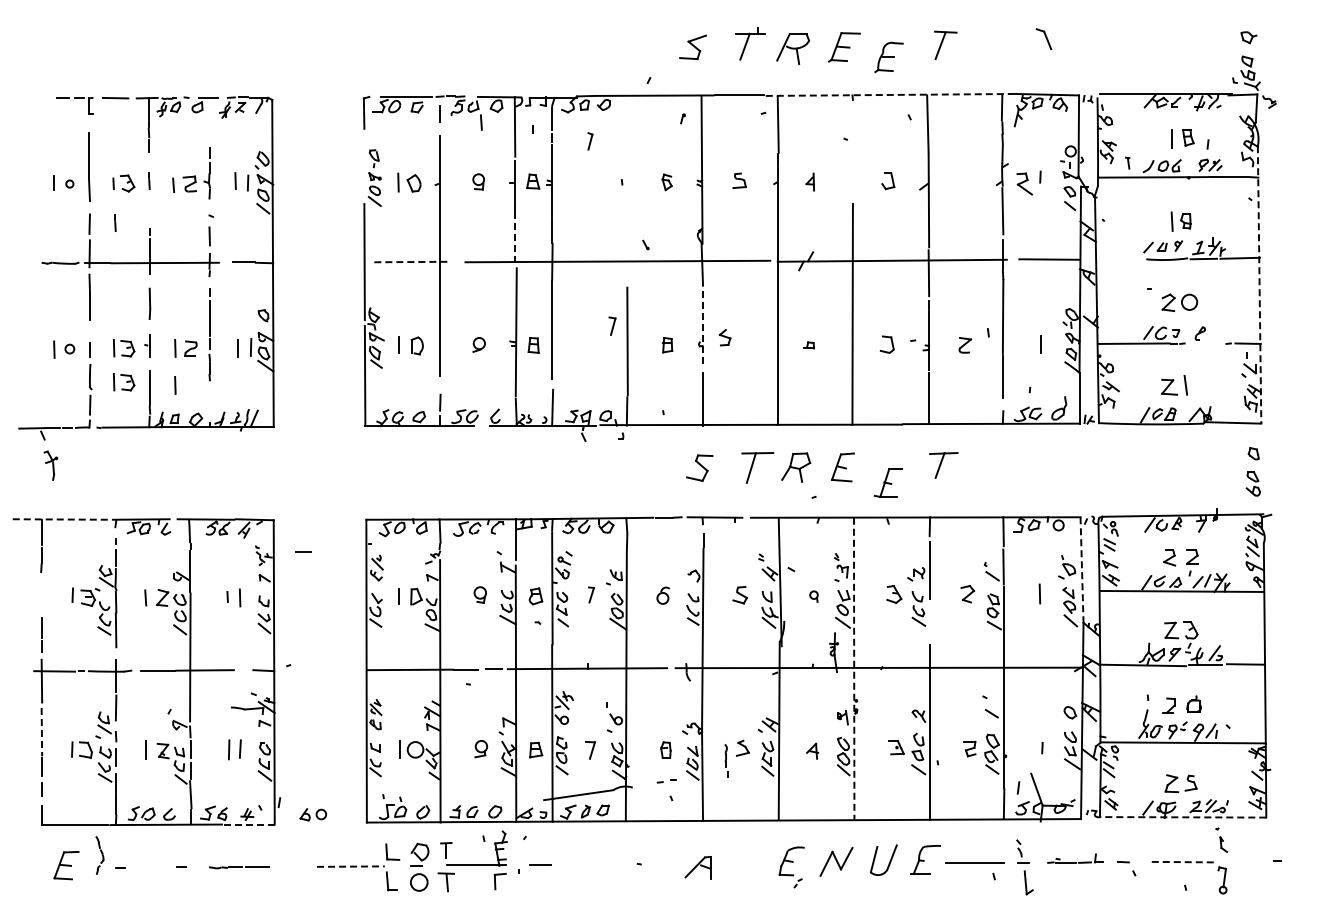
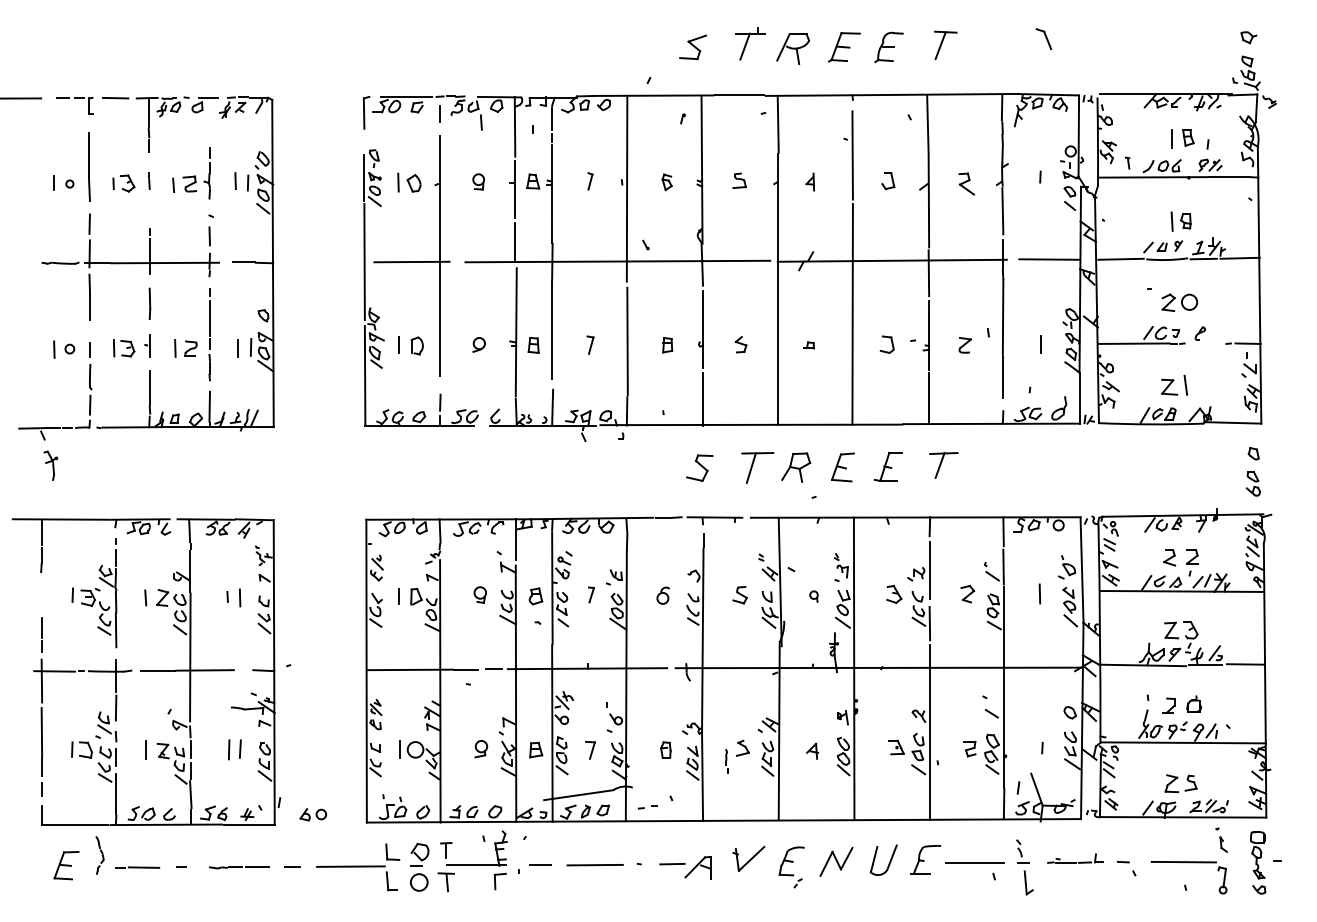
part at (888, 57) position: (888, 57) -> (888, 47)
line at (892, 94): dashed -> solid
line at (21, 98): none -> present
part at (590, 141) position: (590, 141) -> (590, 181)
line at (852, 155): none -> present
line at (364, 177): none -> present
part at (1024, 183) position: (1024, 183) -> (966, 183)
line at (626, 188): none -> present
line at (115, 222): present -> none
line at (515, 243): dashed -> solid
line at (1120, 258): none -> present
line at (411, 262): dashed -> solid
line at (1259, 284): dashed -> solid
part at (612, 325) position: (612, 325) -> (590, 344)
line at (703, 329): dashed -> solid
part at (724, 337) position: (724, 337) -> (740, 344)
part at (124, 382): present -> none
line at (175, 385): present -> none
line at (209, 406): none -> present
part at (887, 482) position: (887, 482) -> (887, 466)
line at (62, 519): dashed -> solid
line at (303, 551) position: (303, 551) -> (292, 866)
line at (1082, 570): dashed -> solid
line at (929, 623): none -> present
line at (854, 669): dashed -> solid
line at (41, 732): dashed -> solid
part at (726, 760) size: 5x34 px -> 4x25 px
part at (666, 781) position: (666, 781) -> (647, 807)
line at (1182, 817): dashed -> solid
line at (249, 824): dashed -> solid
part at (748, 858): none -> present
line at (1184, 862): dashed -> solid
part at (1258, 862): none -> present
line at (594, 864): none -> present
line at (672, 864): none -> present
line at (350, 866): dashed -> solid
line at (143, 867): none -> present
